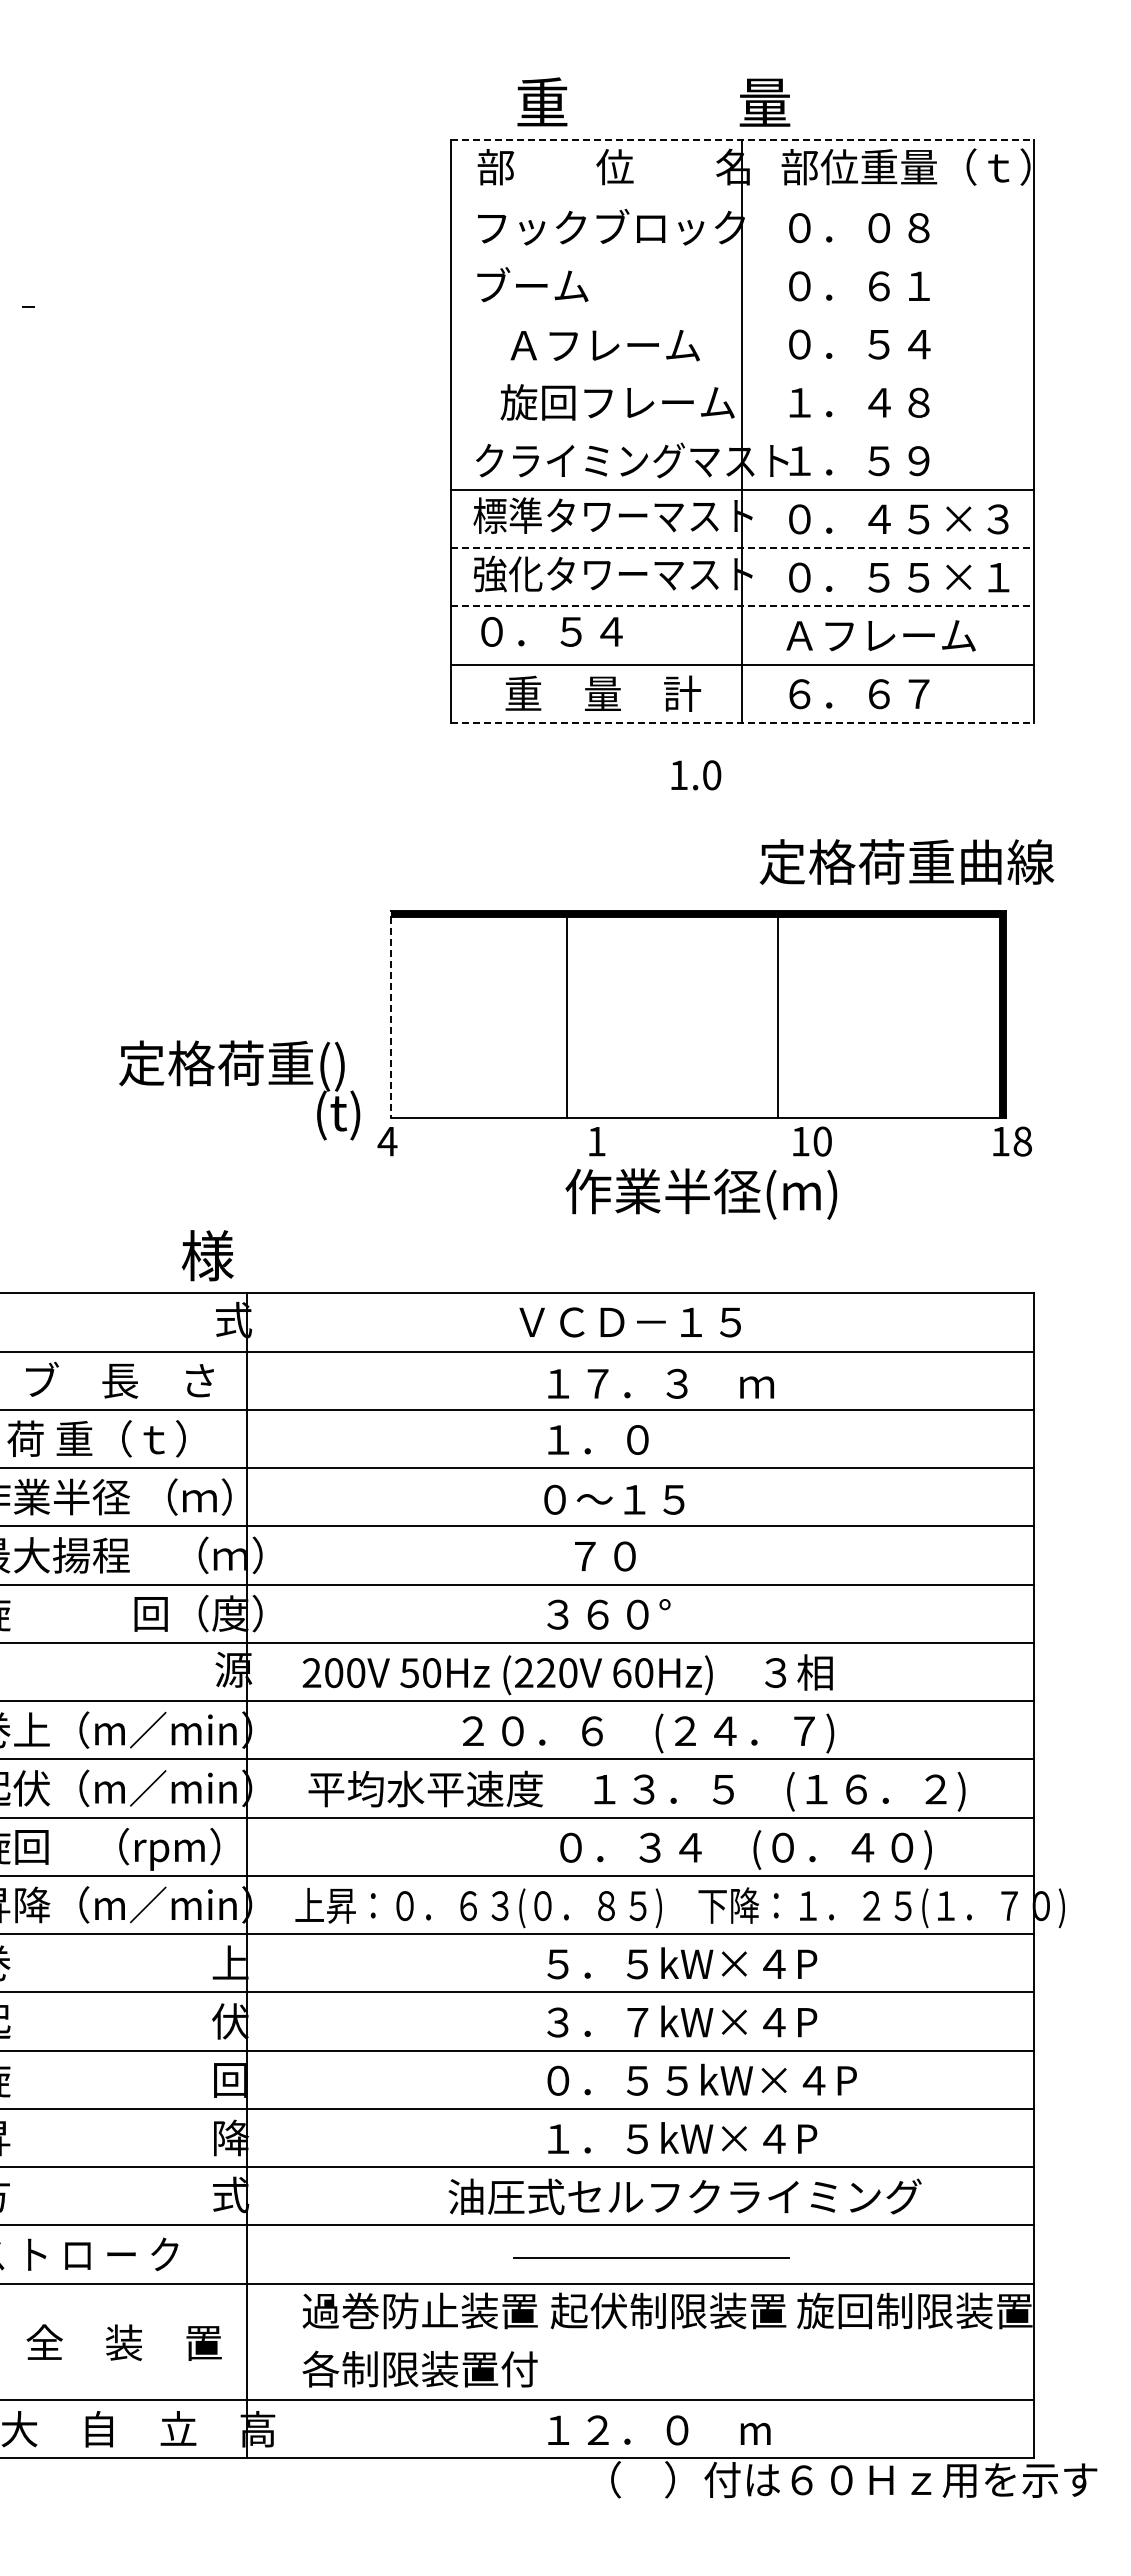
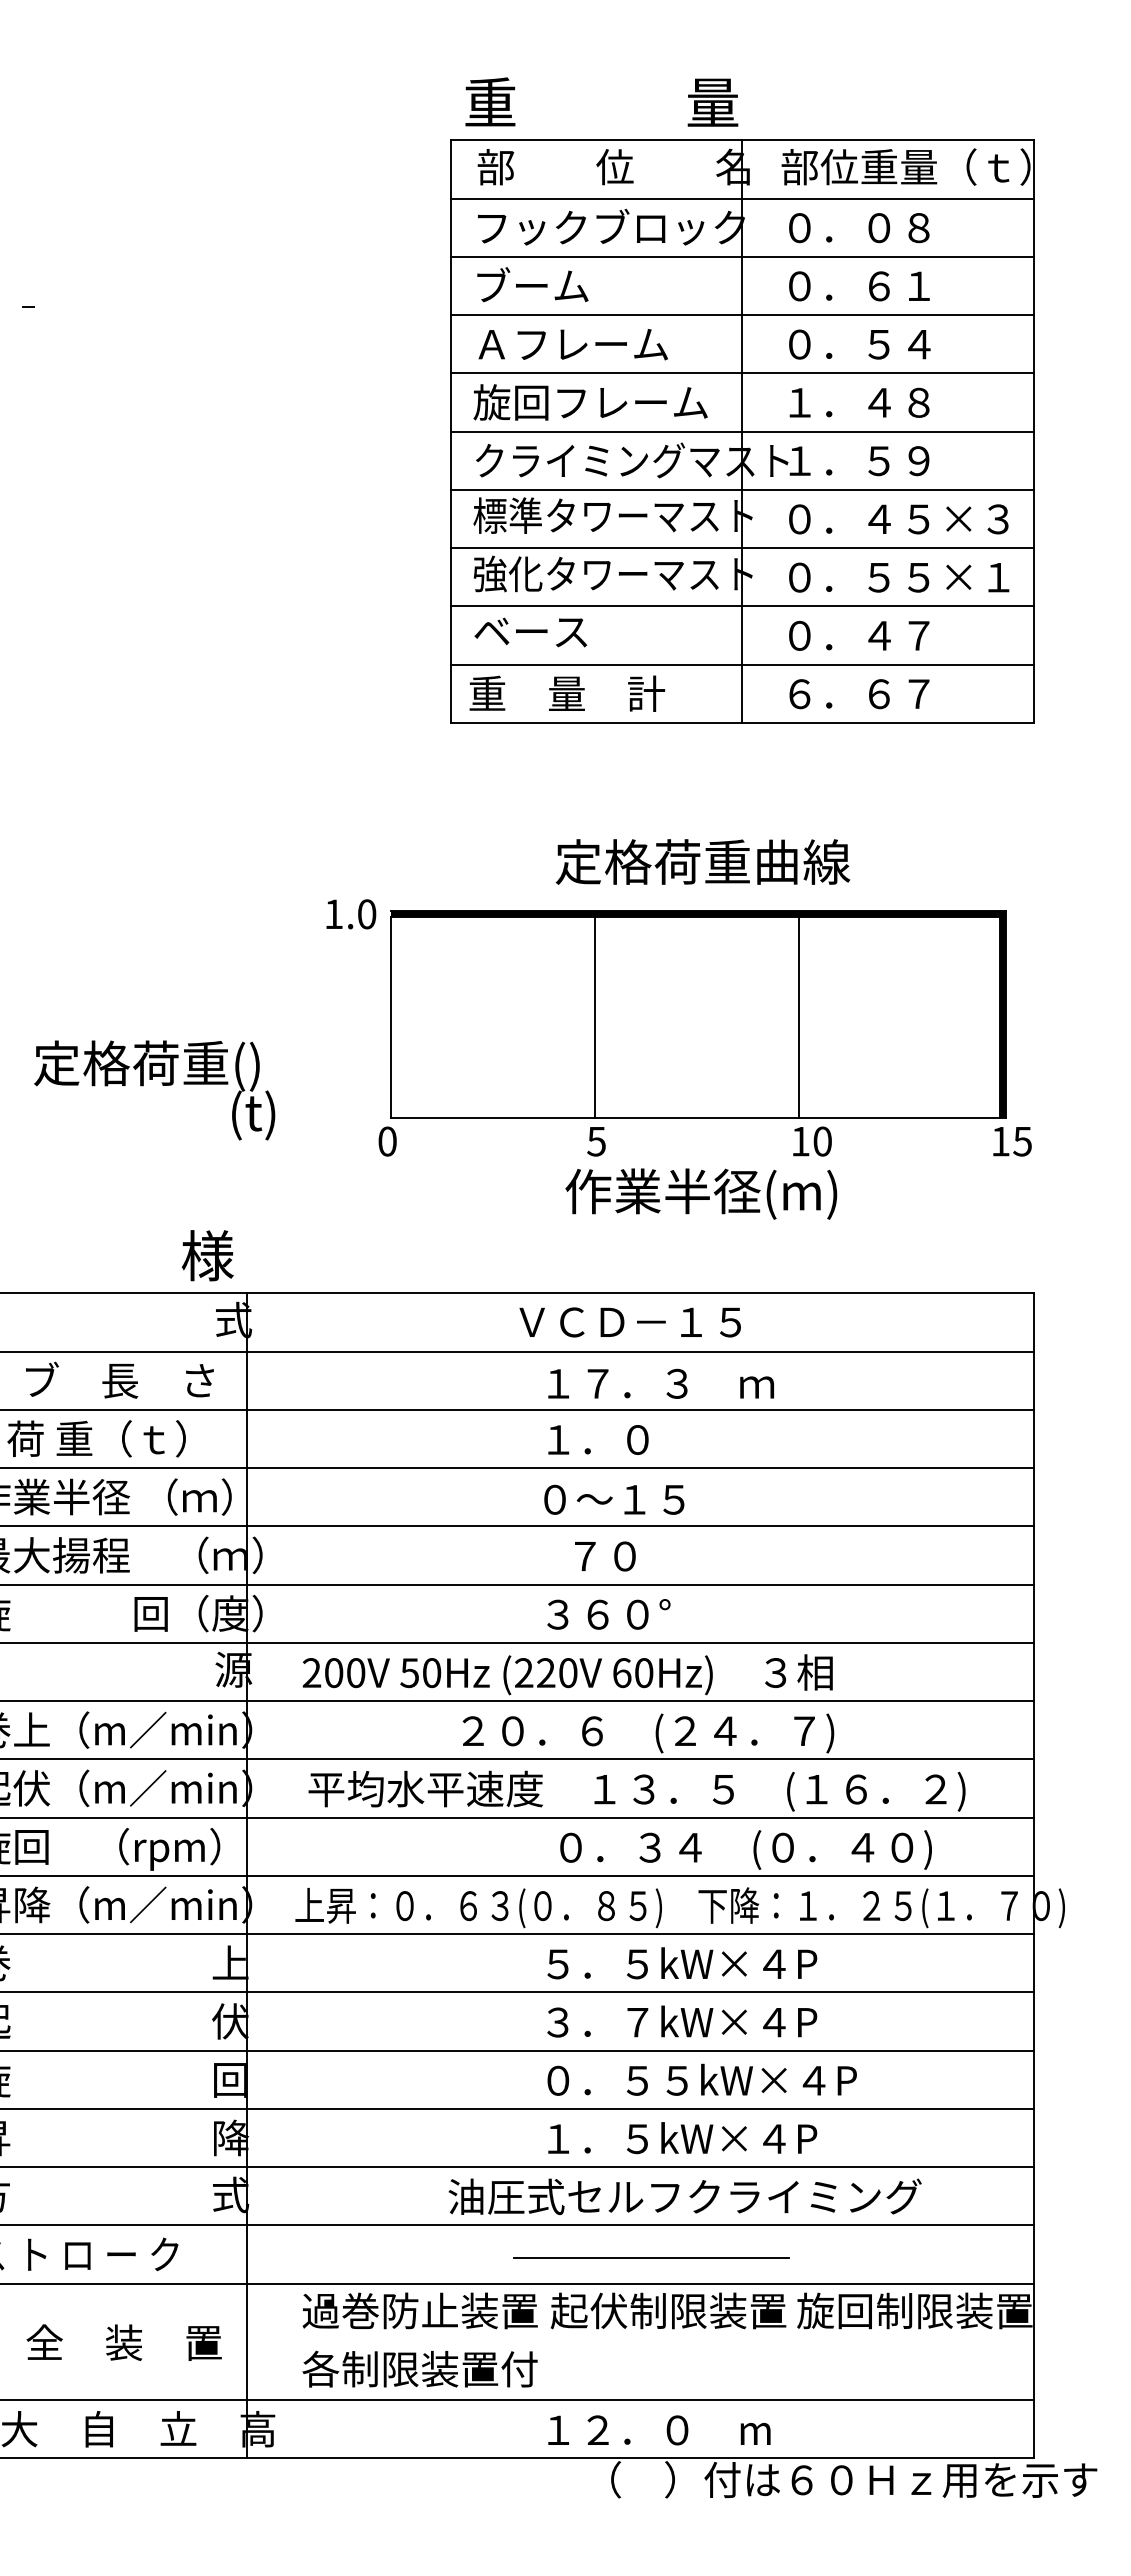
text at (653, 101) position: (653, 101) -> (601, 101)
line at (742, 140): dashed -> solid
line at (742, 198): none -> present
line at (742, 256): none -> present
line at (742, 315): none -> present
text at (604, 345) position: (604, 345) -> (572, 344)
line at (742, 373): none -> present
text at (617, 402) position: (617, 402) -> (590, 402)
line at (742, 431): none -> present
line at (742, 548): dashed -> solid
line at (742, 606): dashed -> solid
text at (548, 632): ０．５４ -> ベース
text at (880, 635): Ａフレーム -> ０．４７
text at (603, 693) position: (603, 693) -> (567, 693)
line at (742, 722): dashed -> solid
text at (696, 775) position: (696, 775) -> (351, 914)
text at (906, 861) position: (906, 861) -> (702, 861)
line at (567, 1016) position: (567, 1016) -> (595, 1016)
line at (778, 1016) position: (778, 1016) -> (799, 1016)
line at (391, 1017): dashed -> solid
text at (239, 1090) position: (239, 1090) -> (154, 1090)
text at (387, 1141): 4 -> 0
text at (596, 1141): 1 -> 5
text at (1022, 1141): 18 -> 15
